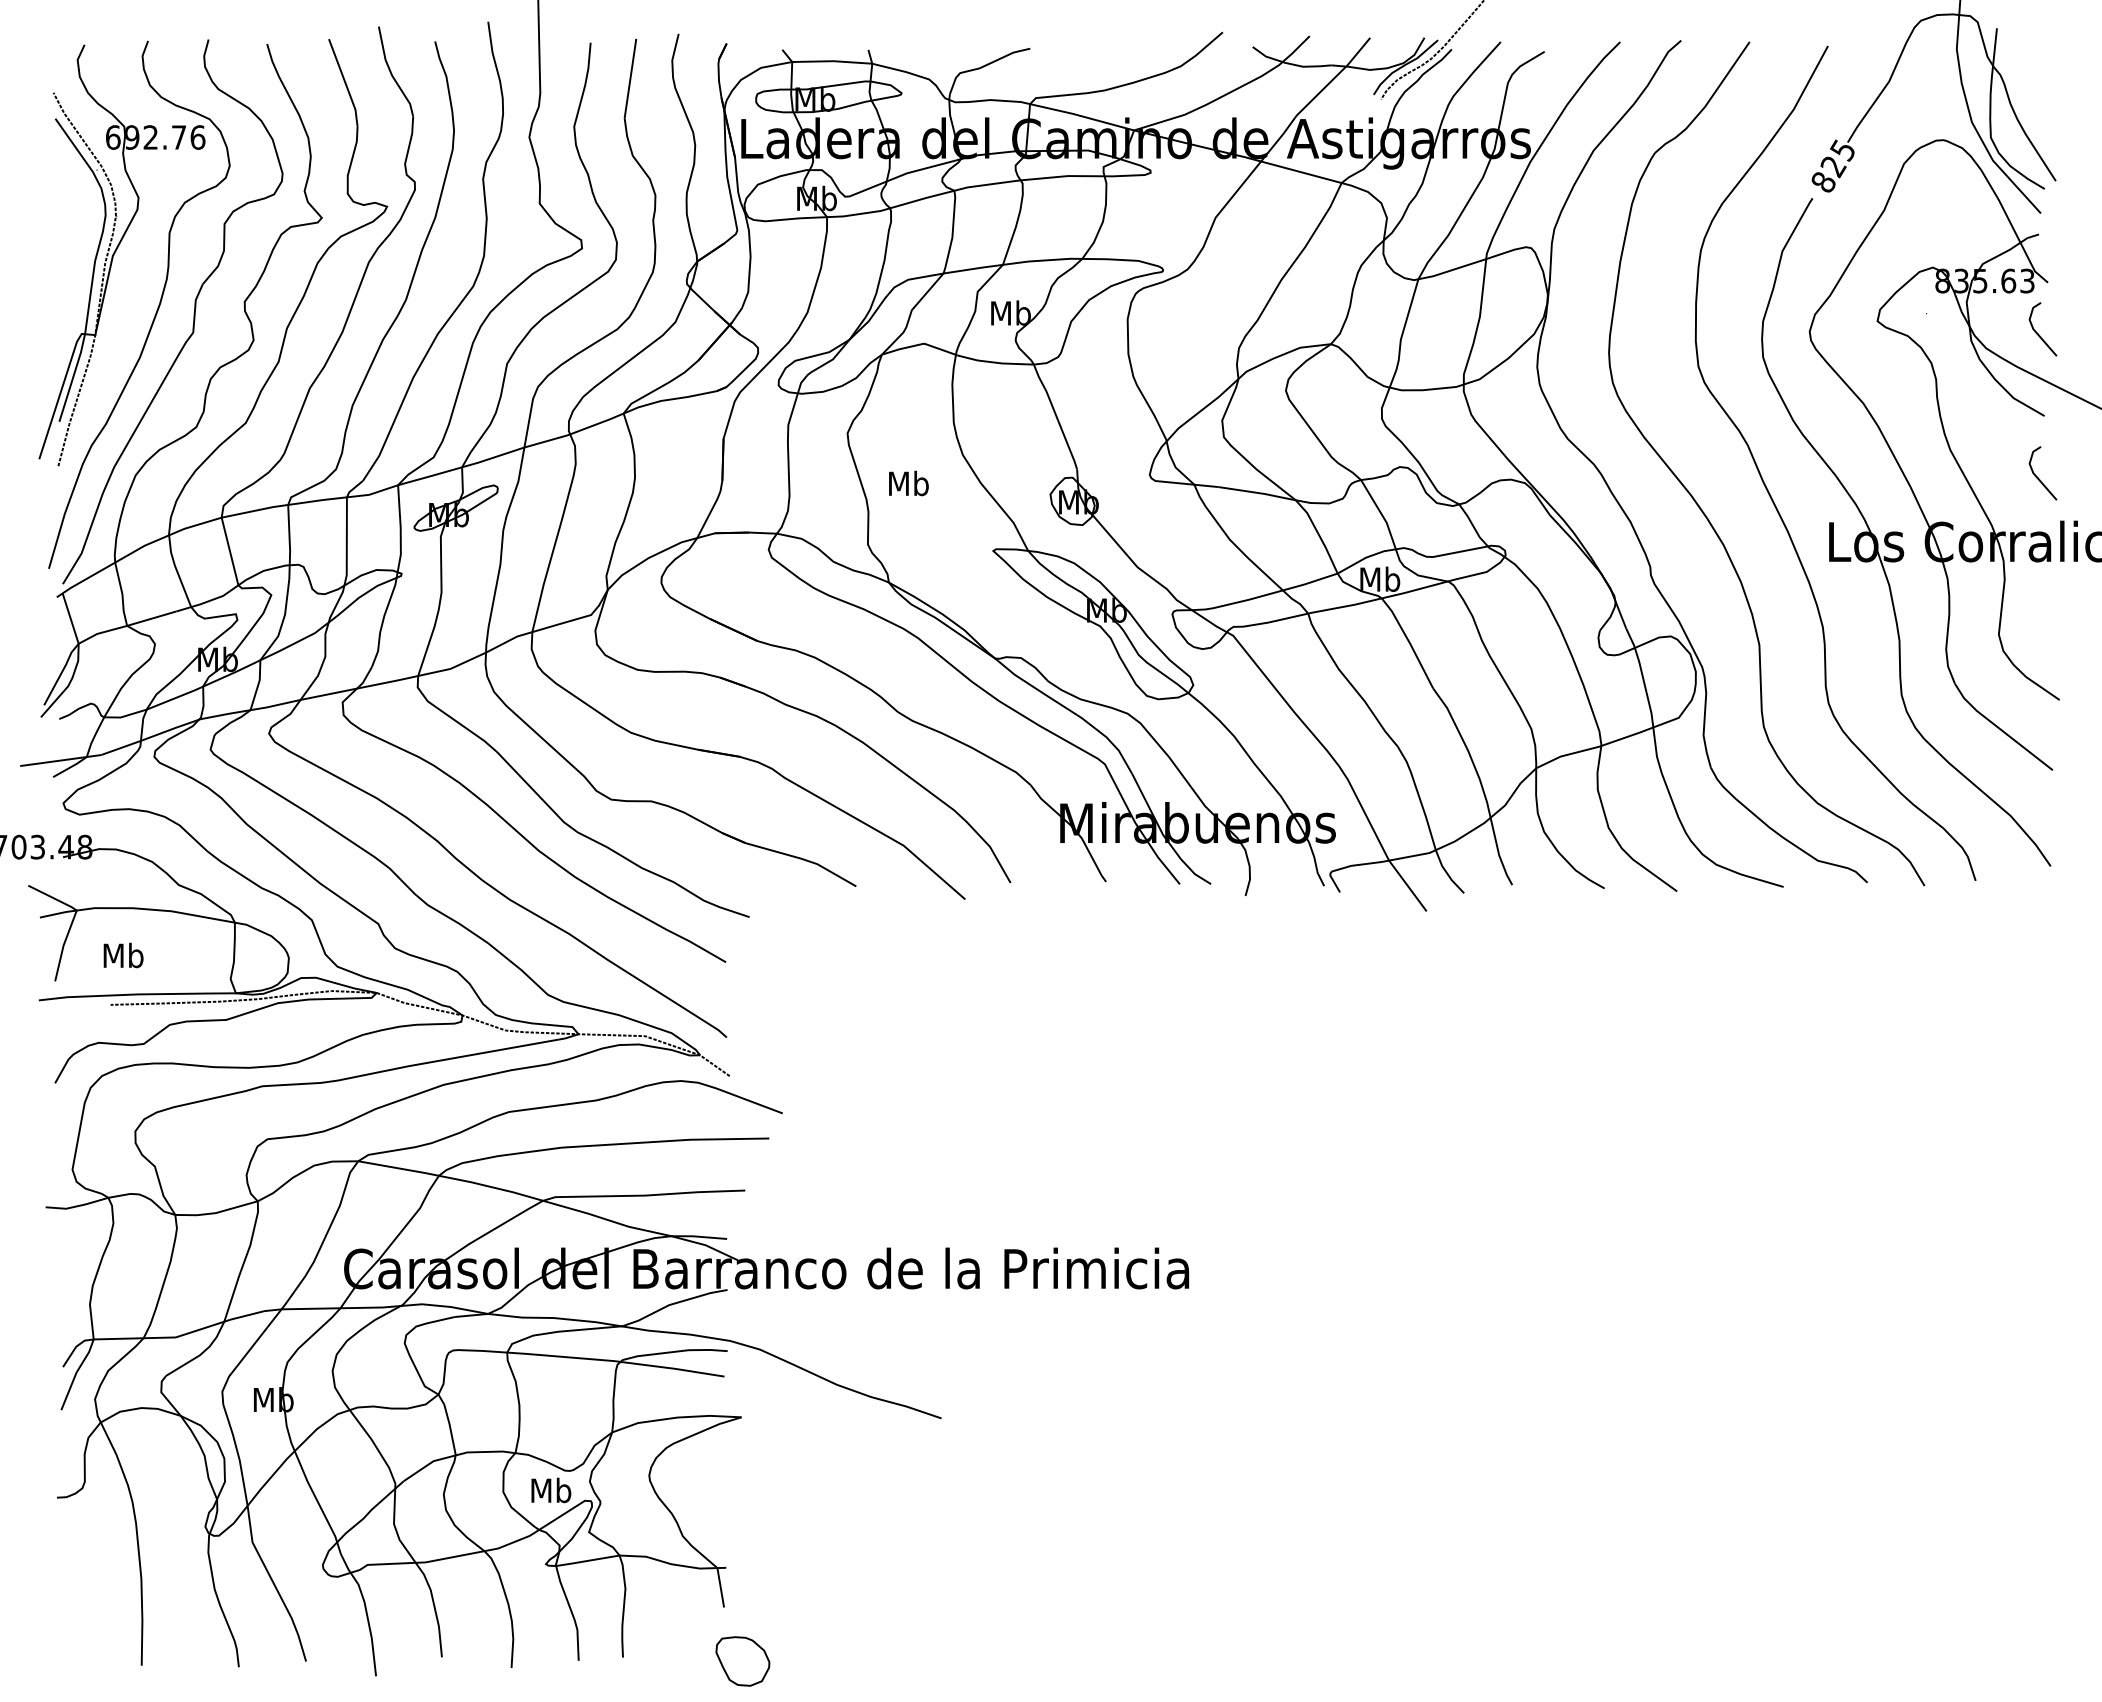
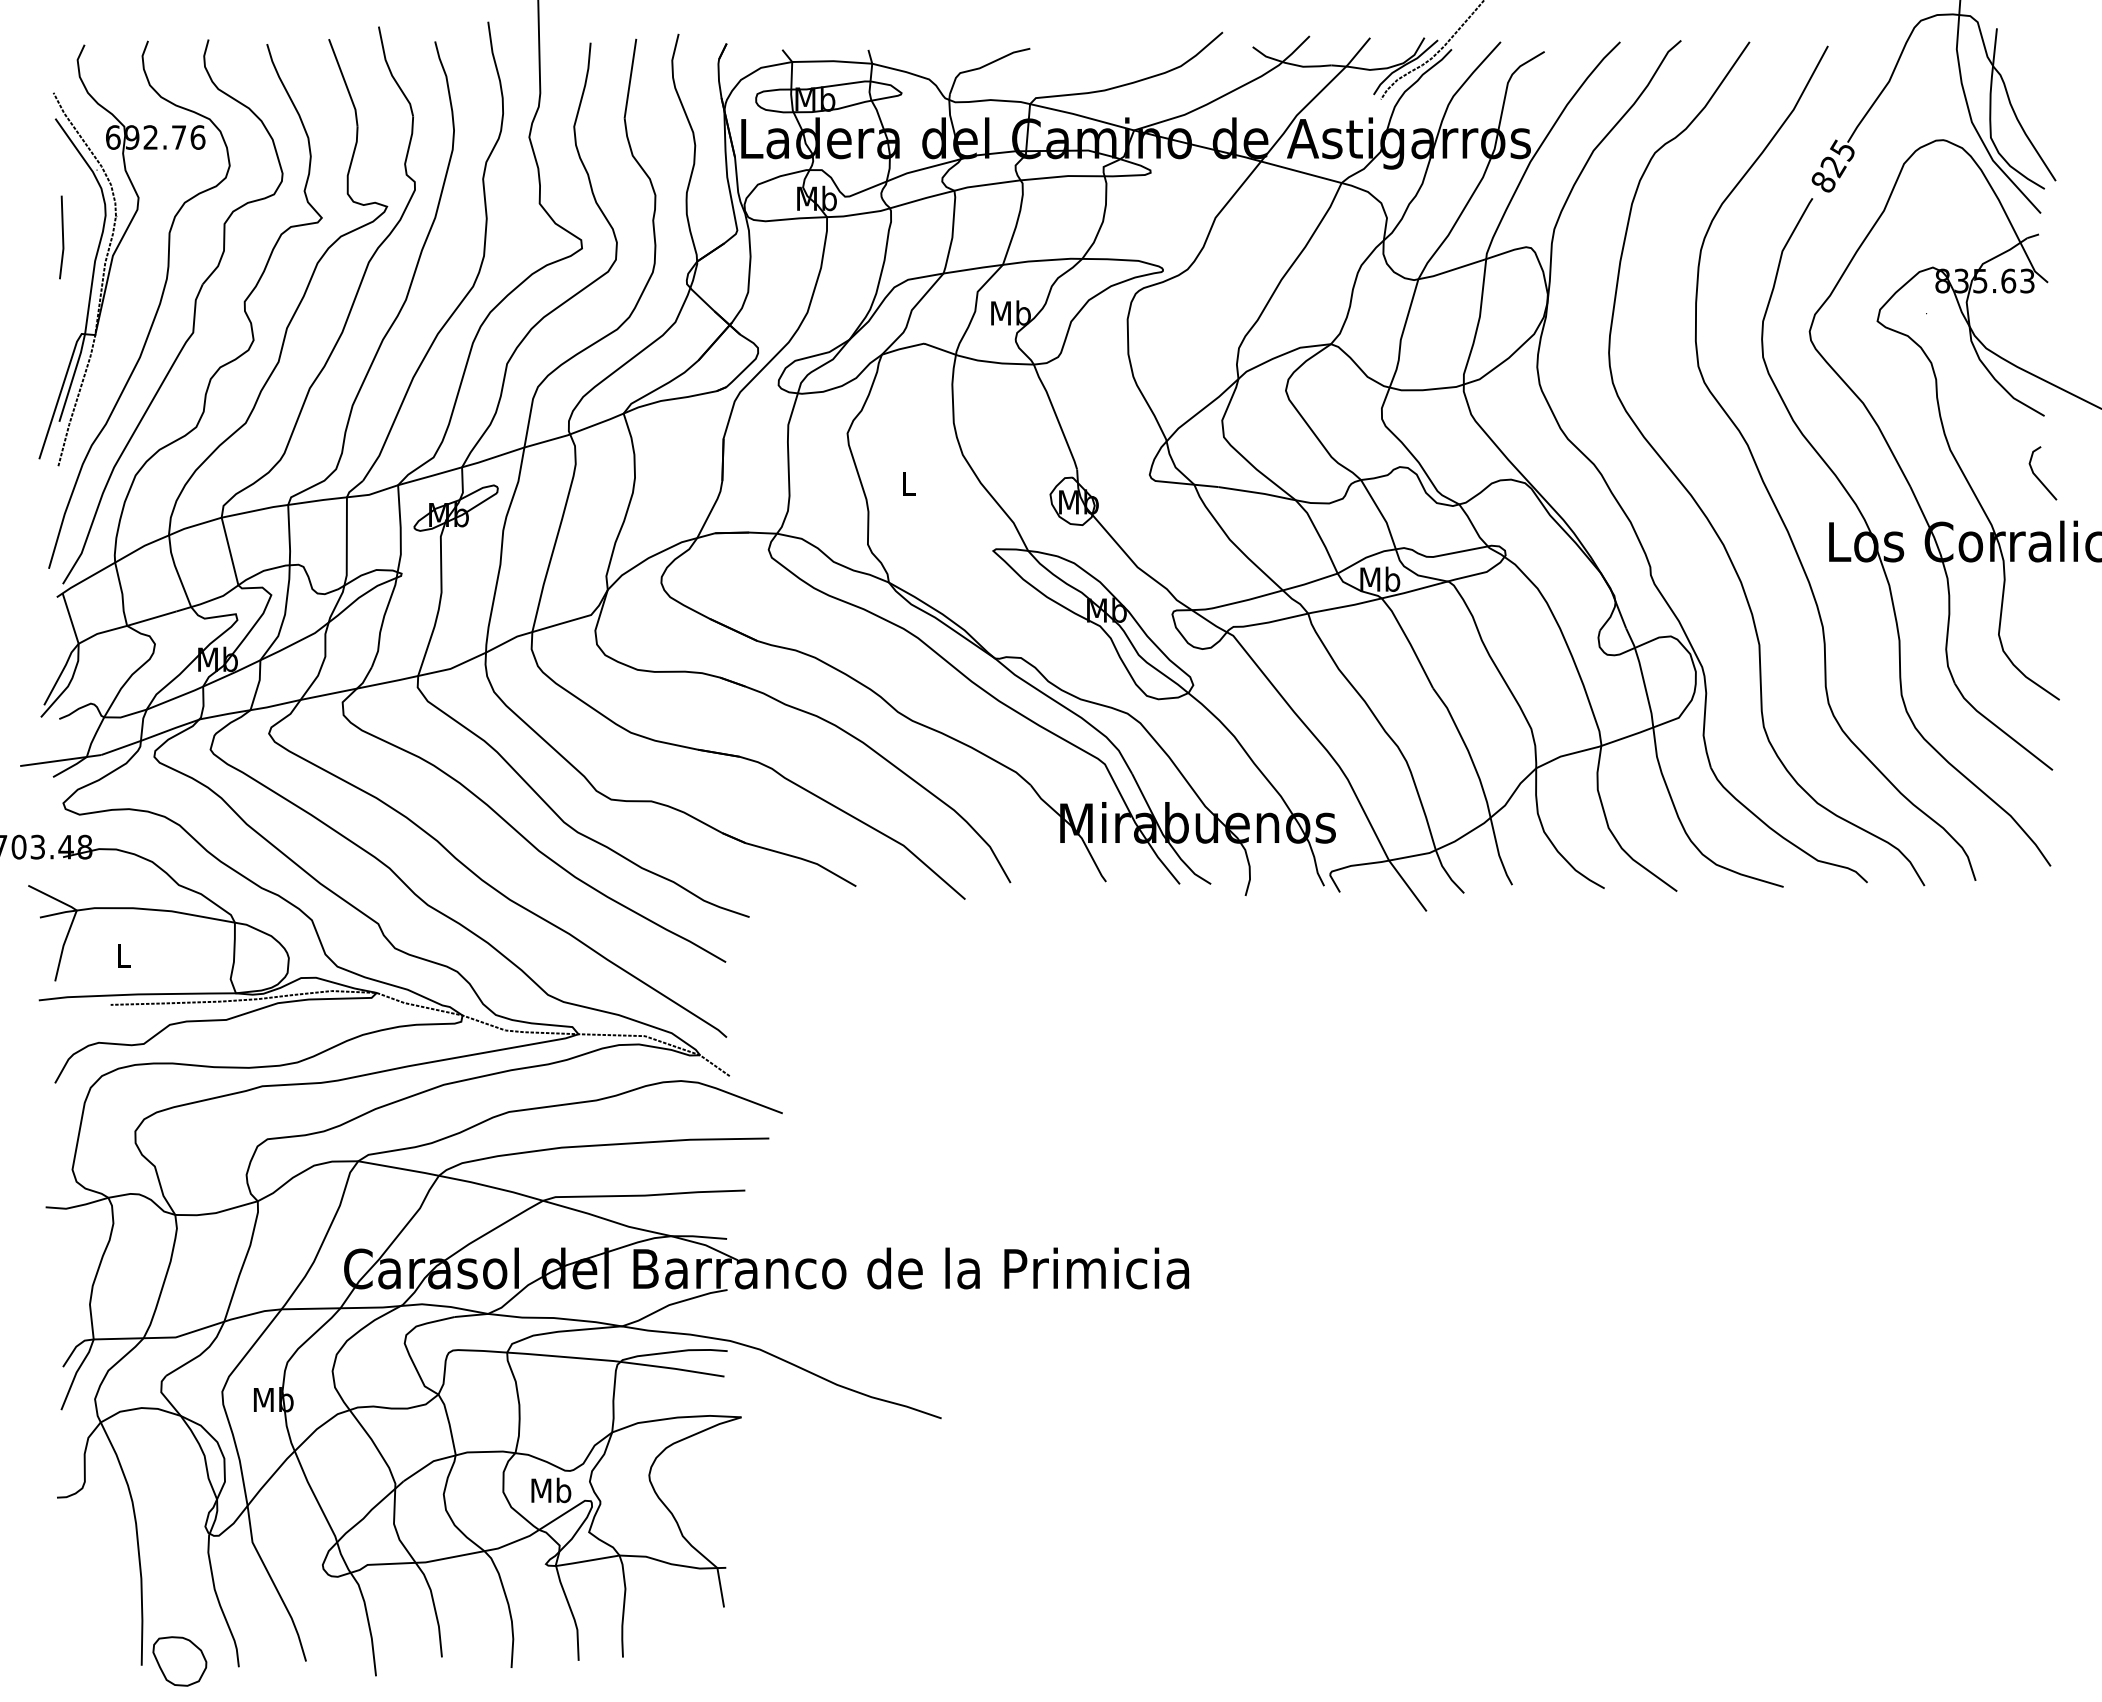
line at (62, 237): none -> present
line at (2038, 333): present -> none
text at (908, 483): Mb -> L
text at (123, 955): Mb -> L
part at (742, 1661) position: (742, 1661) -> (179, 1661)
